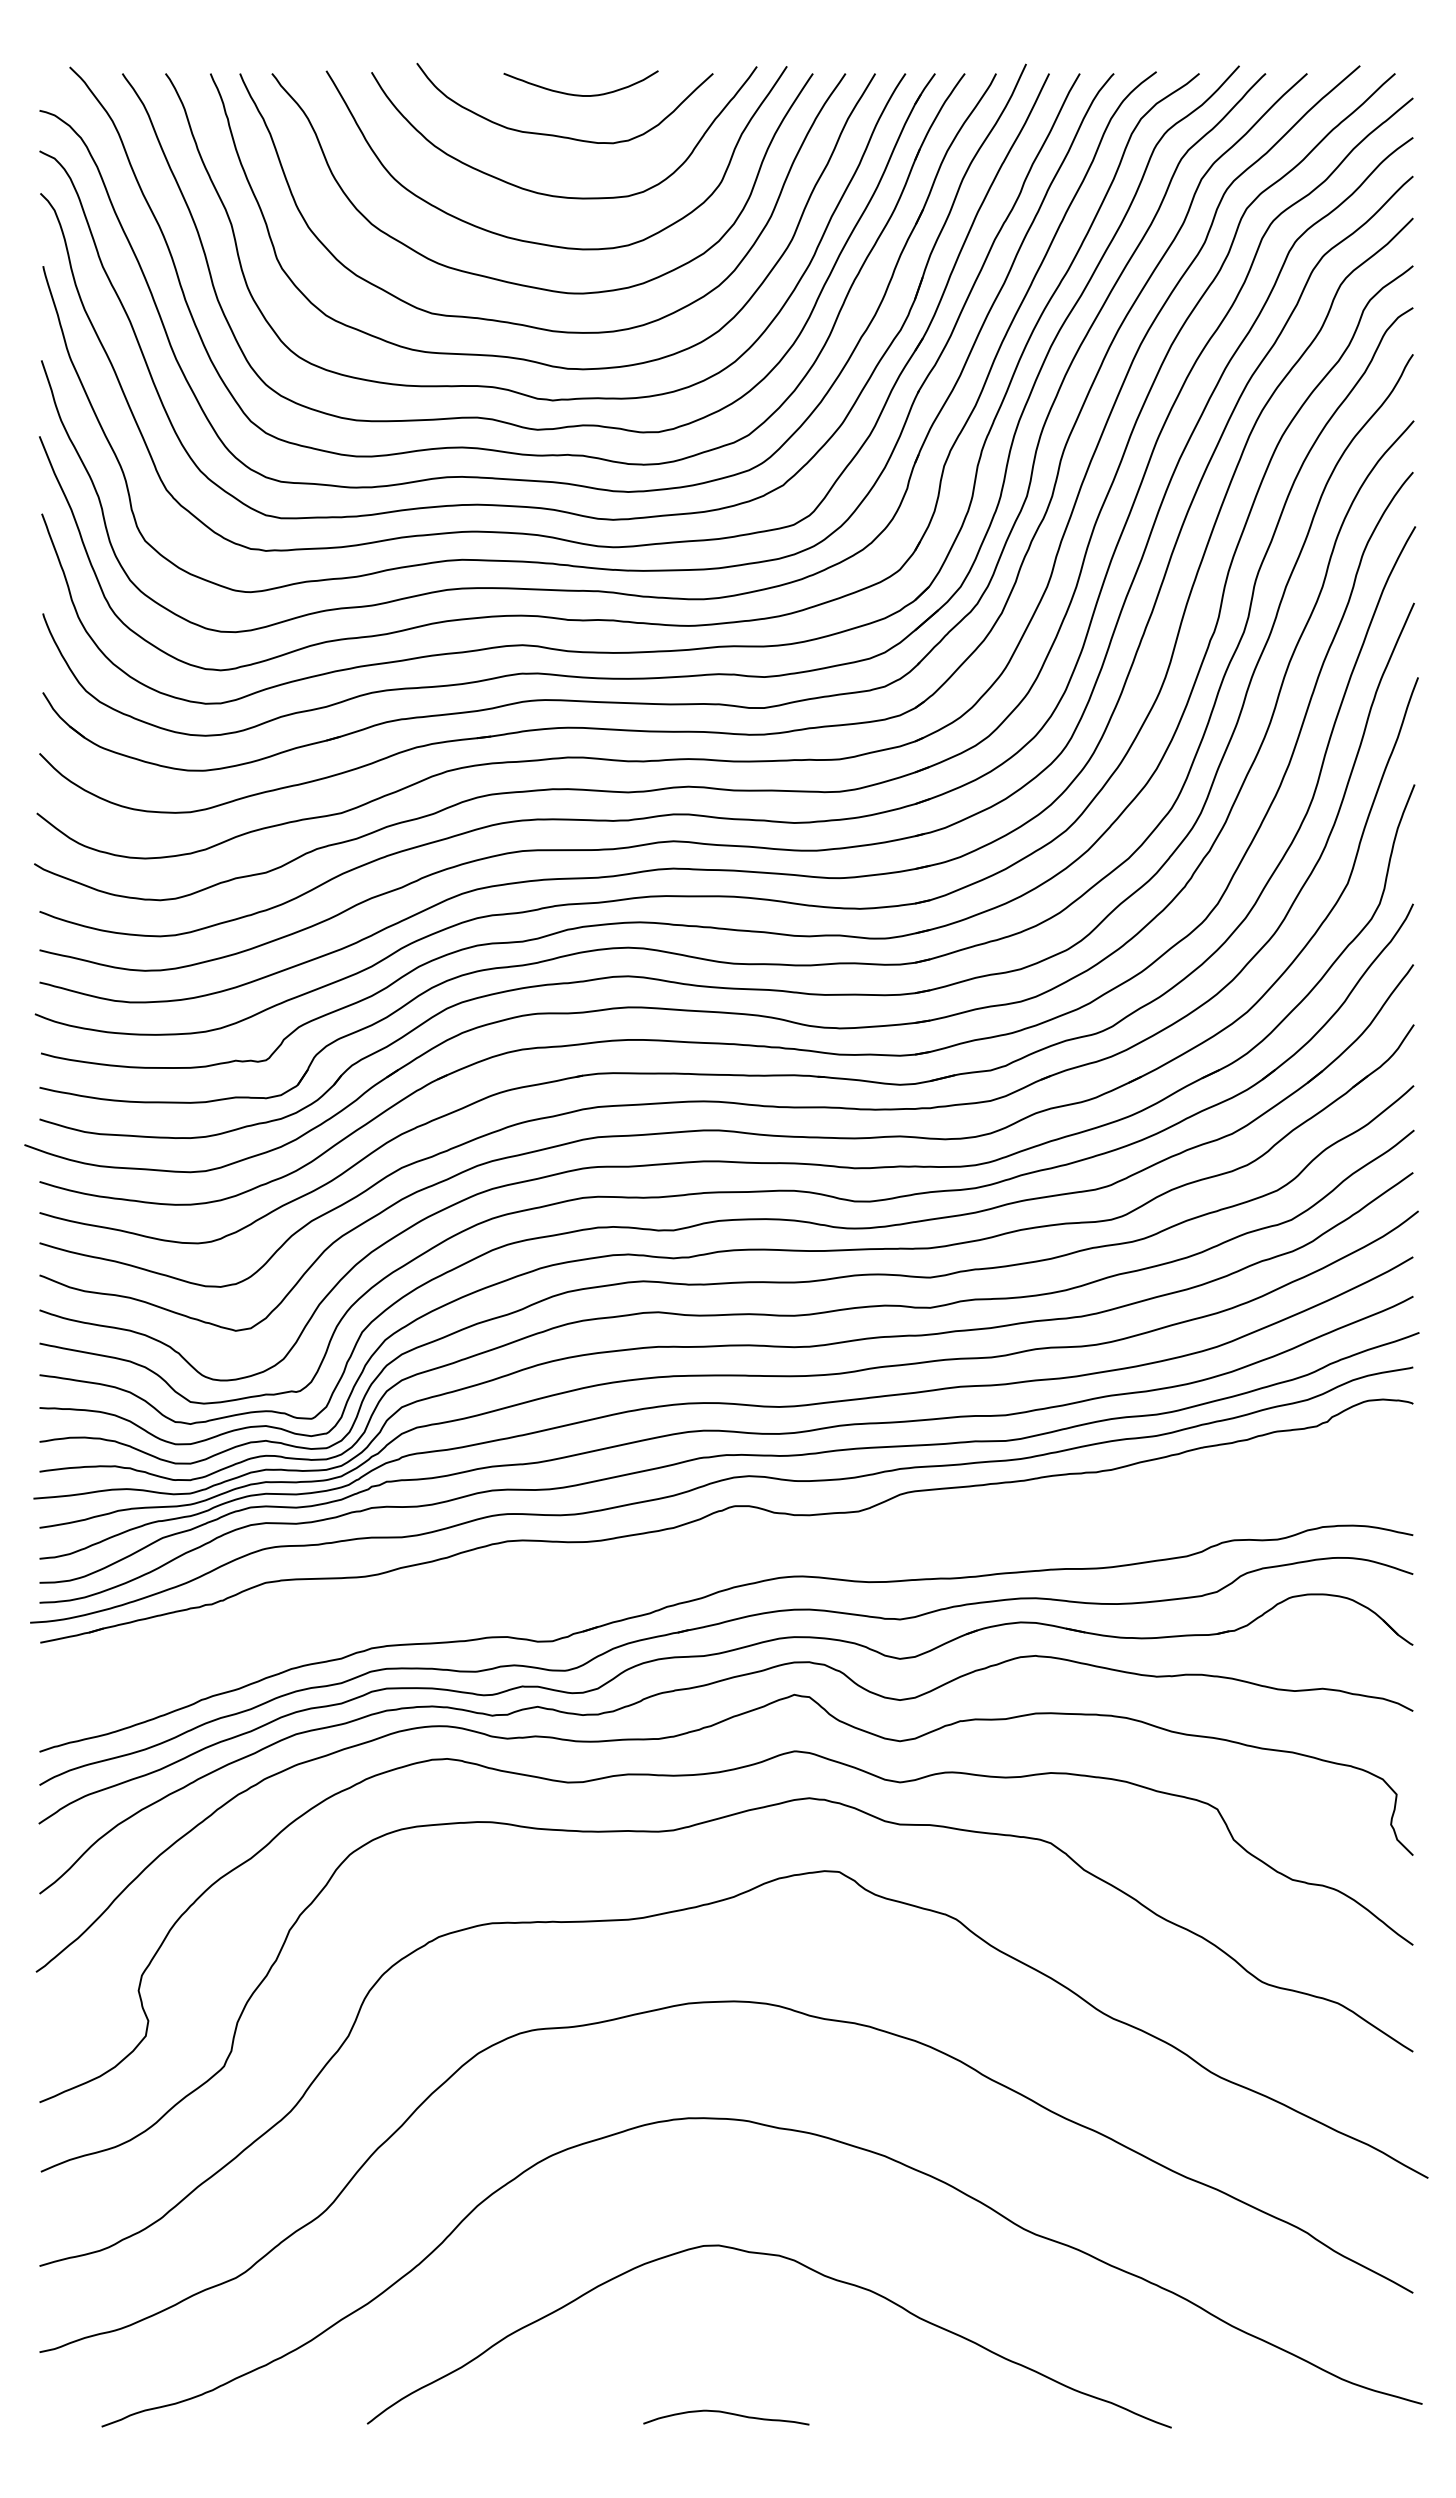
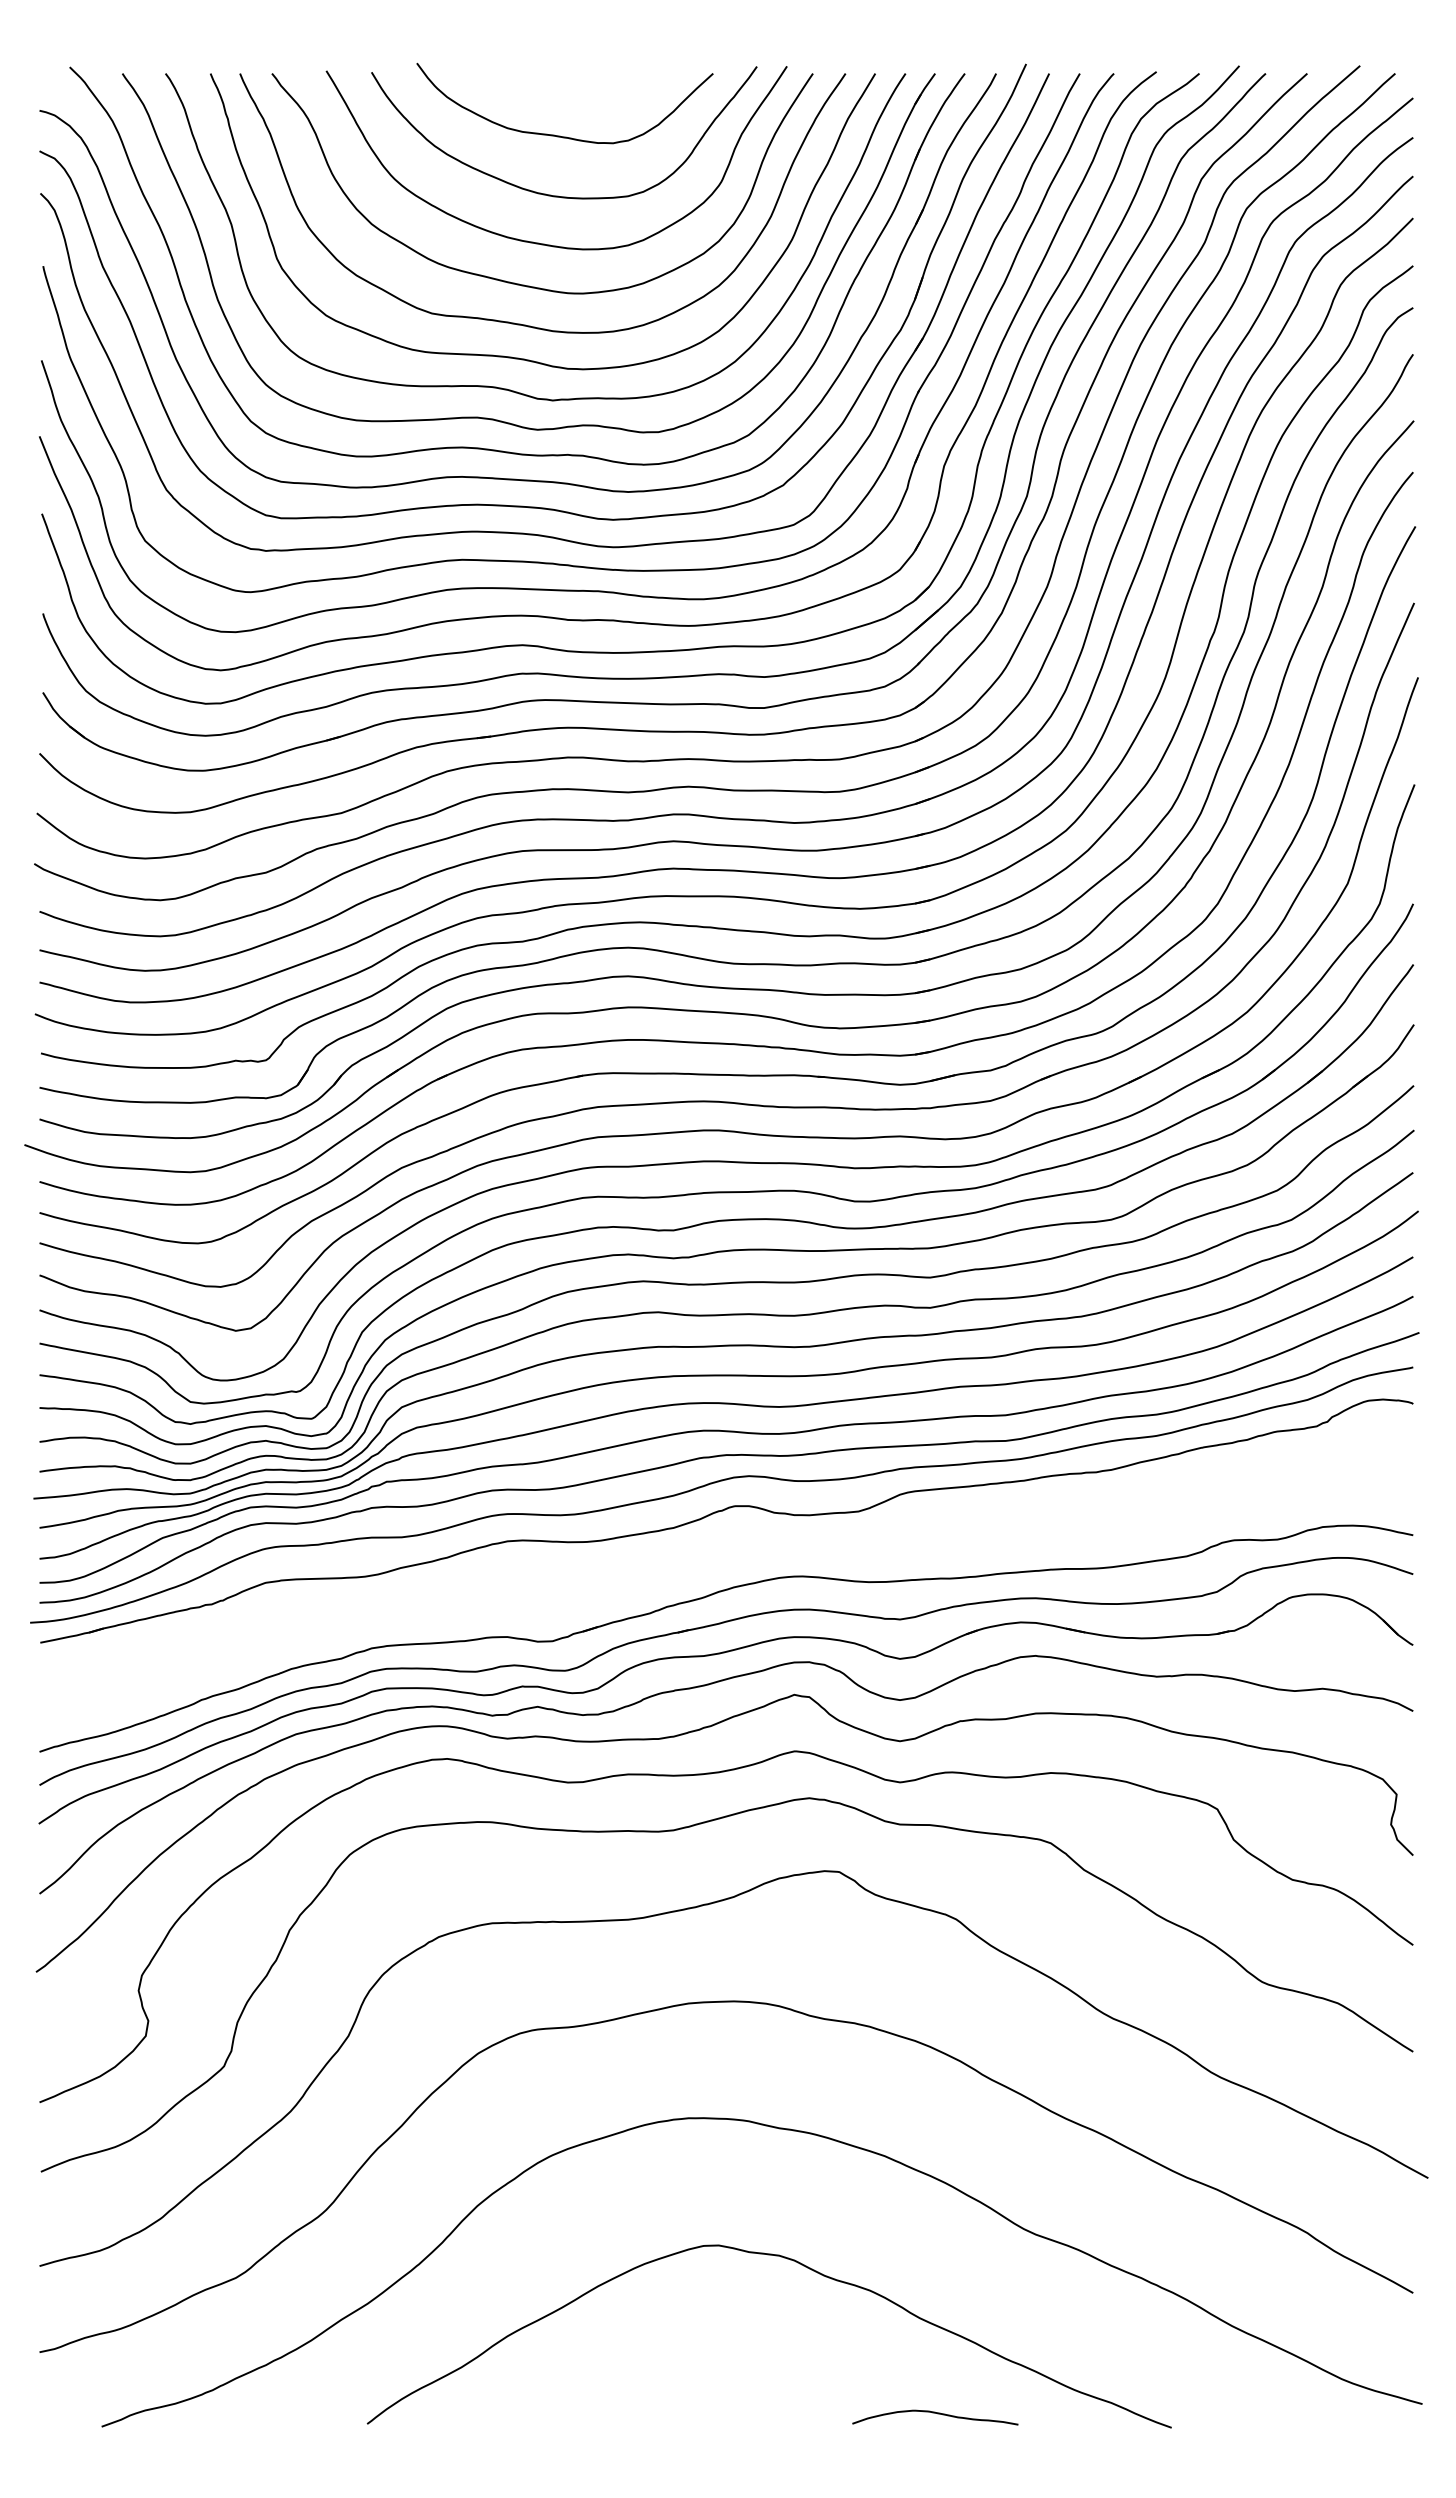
curve at (580, 94): present -> none
curve at (728, 2414) position: (728, 2414) -> (937, 2414)
